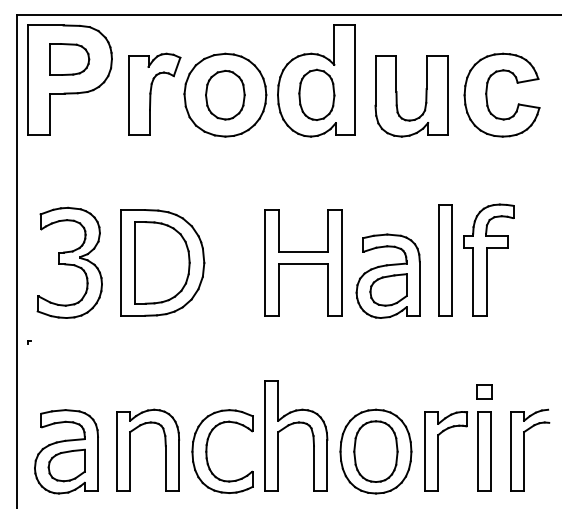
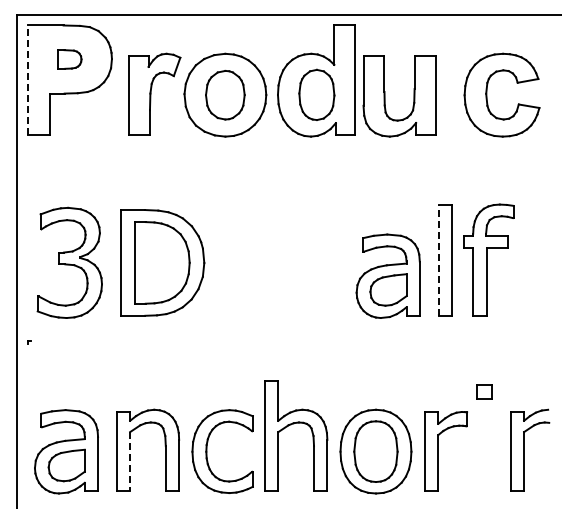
part at (69, 59) size: 42x33 px -> 26x21 px
line at (28, 80): solid -> dashed
part at (397, 96) position: (397, 96) -> (385, 96)
line at (438, 260): solid -> dashed
part at (303, 262): present -> none
part at (484, 451): present -> none
line at (130, 461): solid -> dashed
